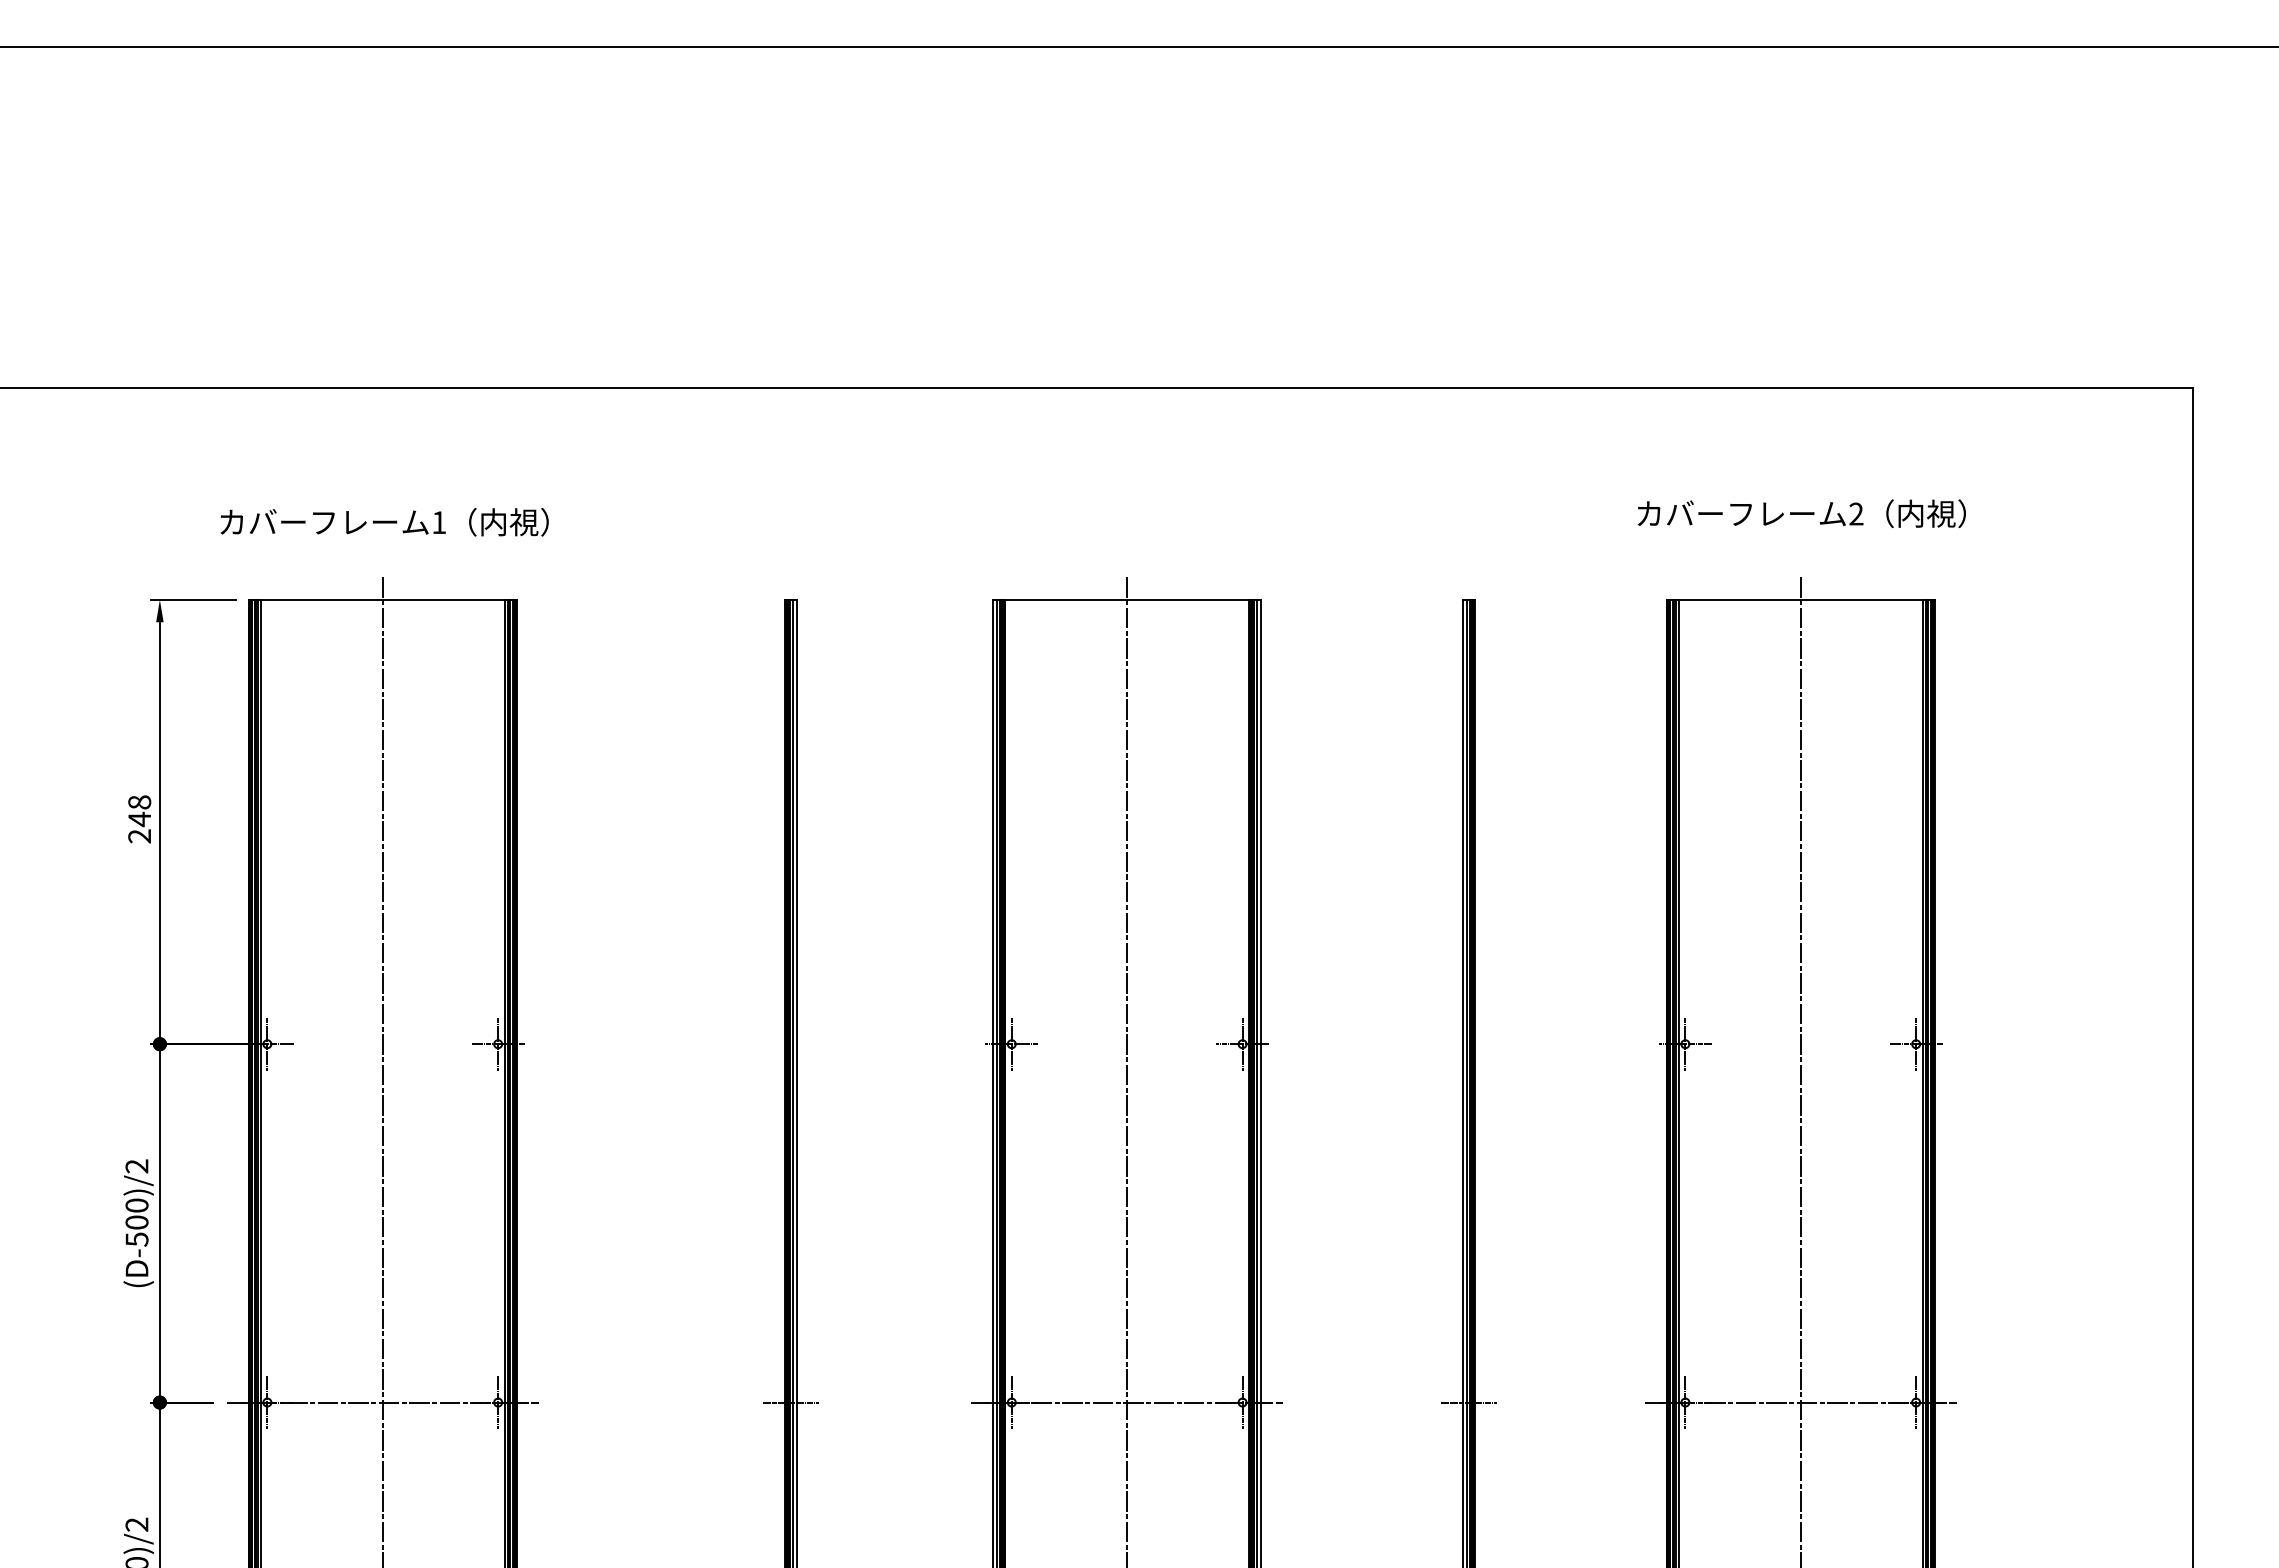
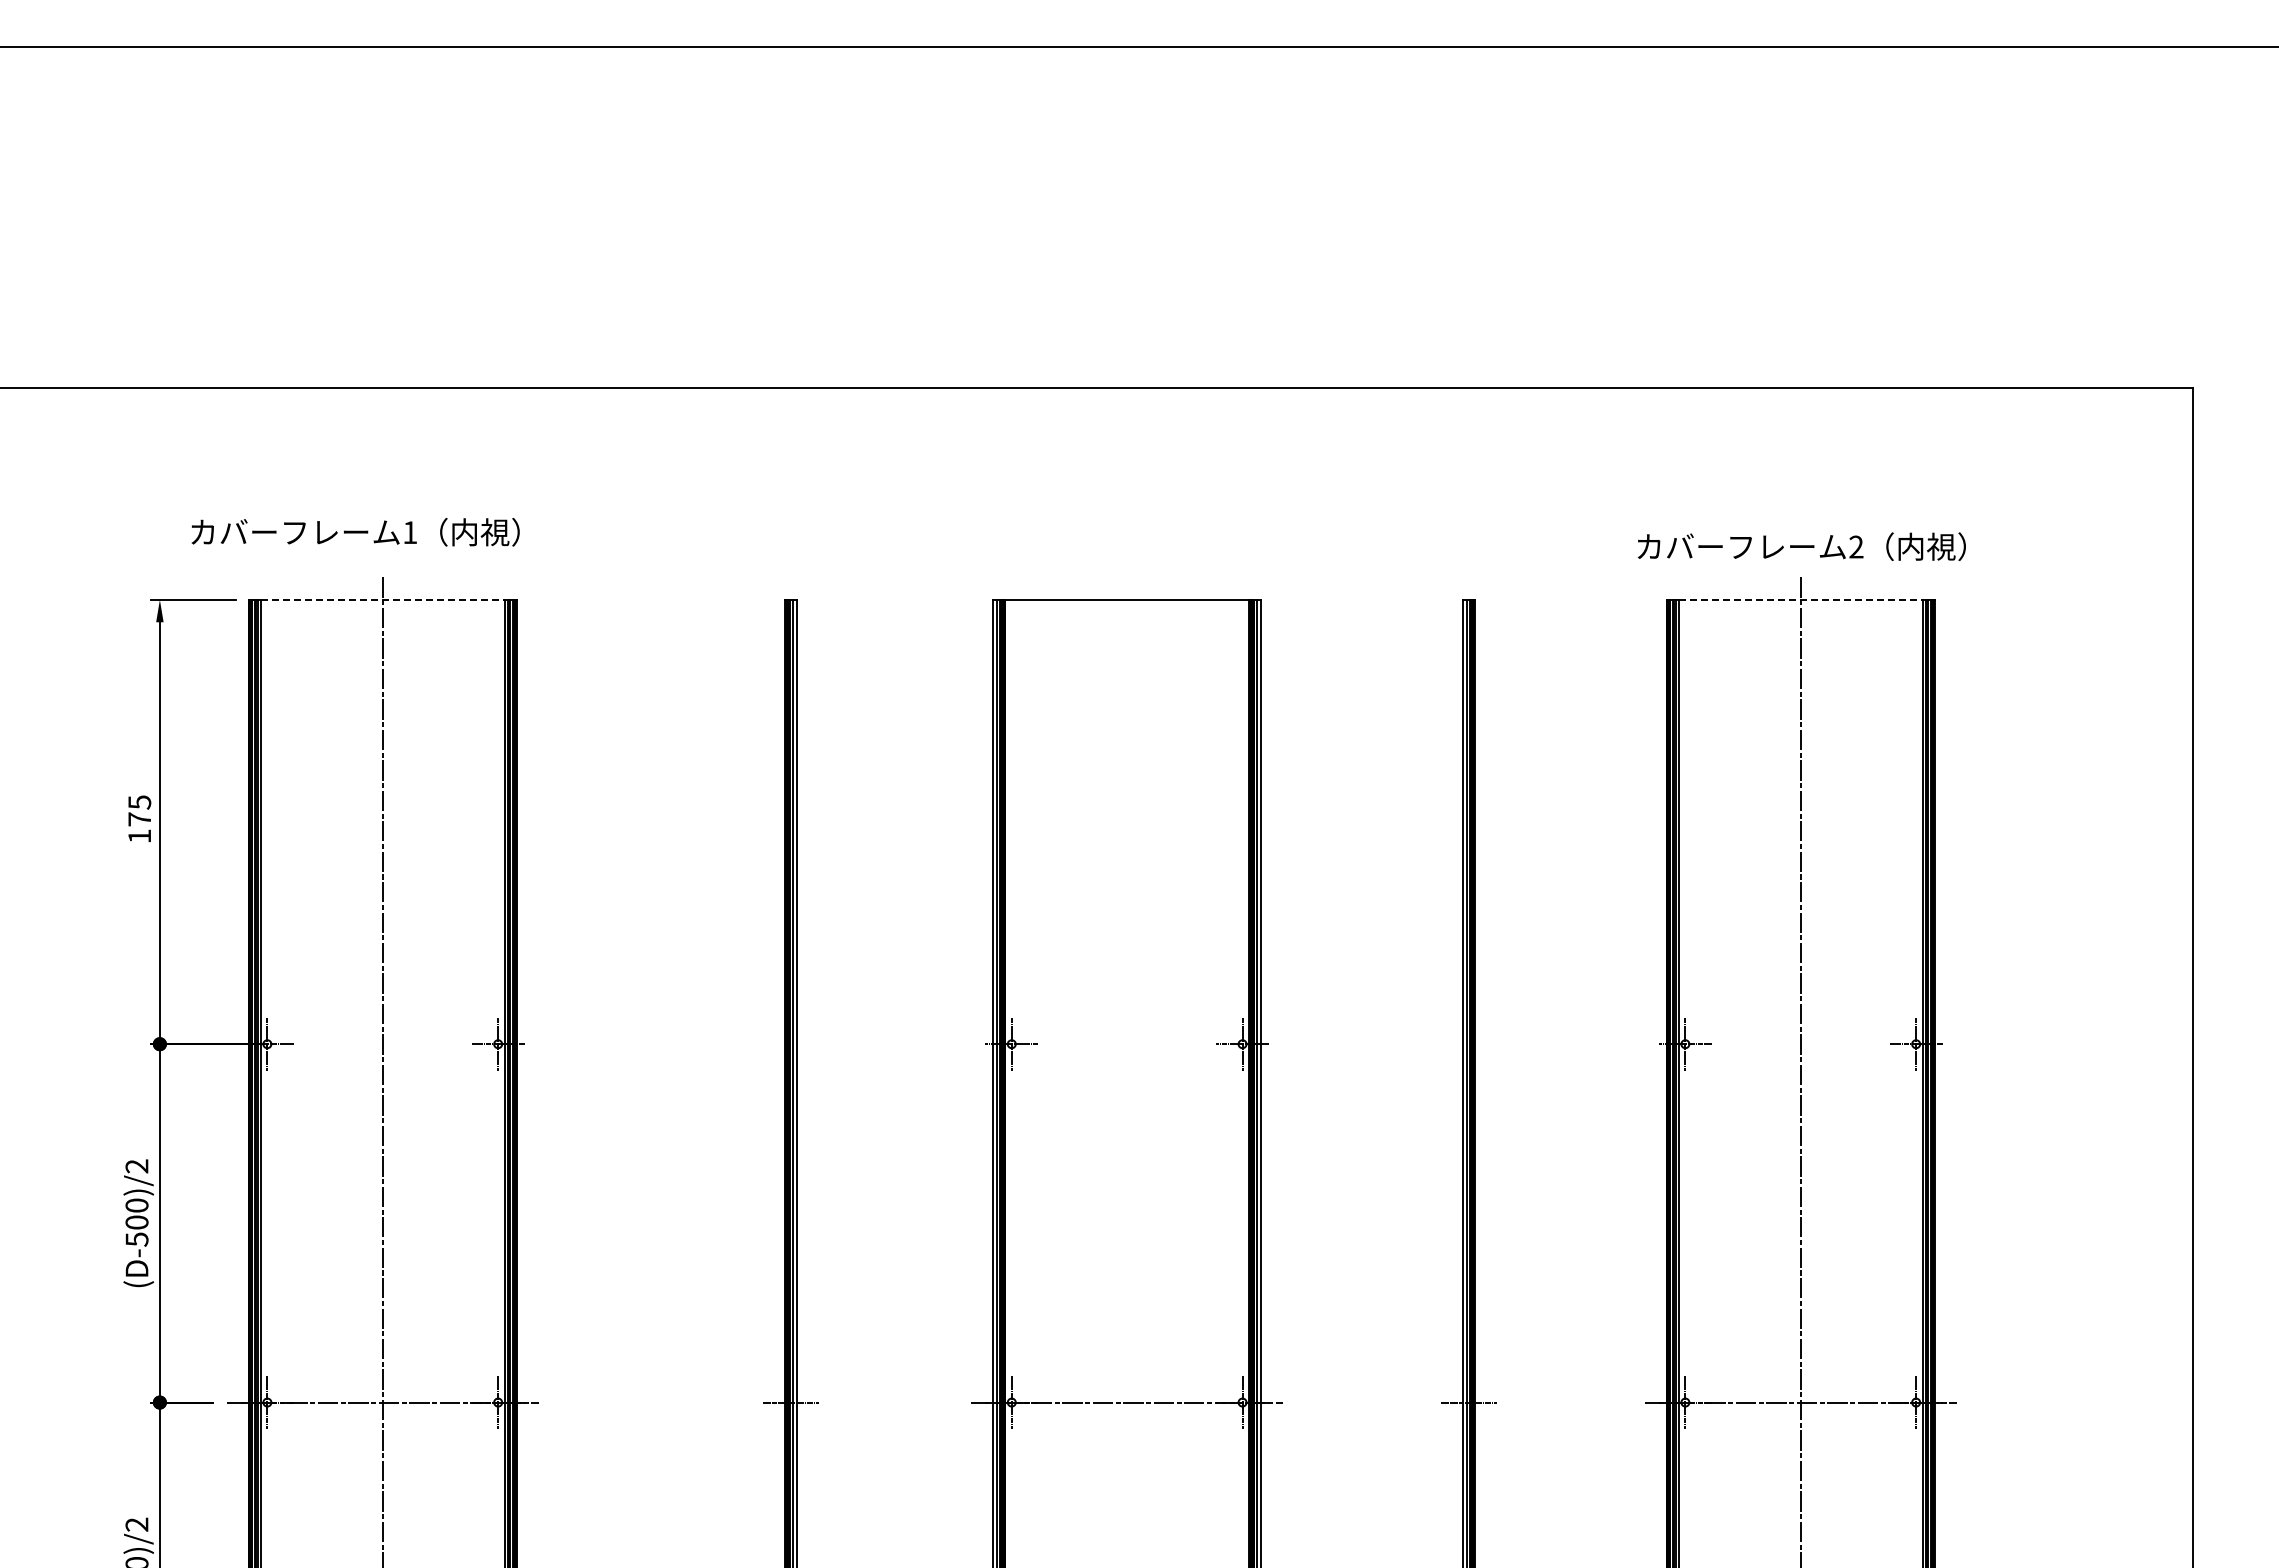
text at (1801, 513) position: (1801, 513) -> (1801, 546)
text at (384, 522) position: (384, 522) -> (355, 532)
line at (383, 599): solid -> dashed
line at (1801, 599): solid -> dashed
text at (139, 819): 248 -> 175
line at (1127, 1070): present -> none
